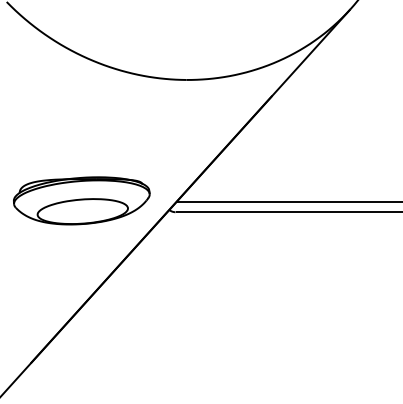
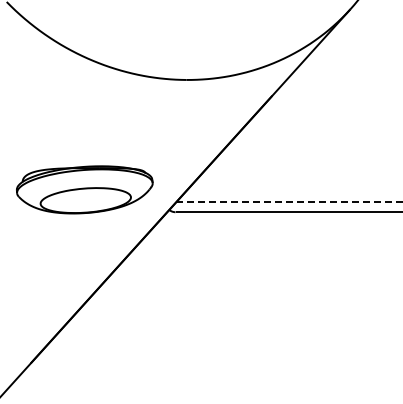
part at (81, 200) position: (81, 200) -> (84, 189)
line at (289, 202): solid -> dashed
